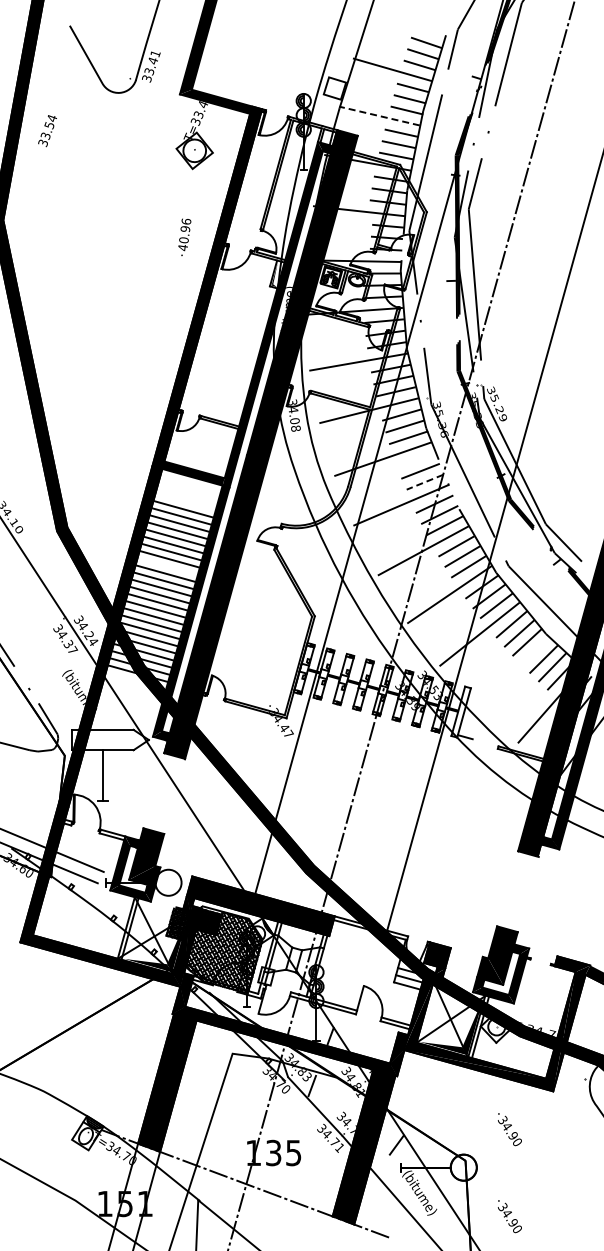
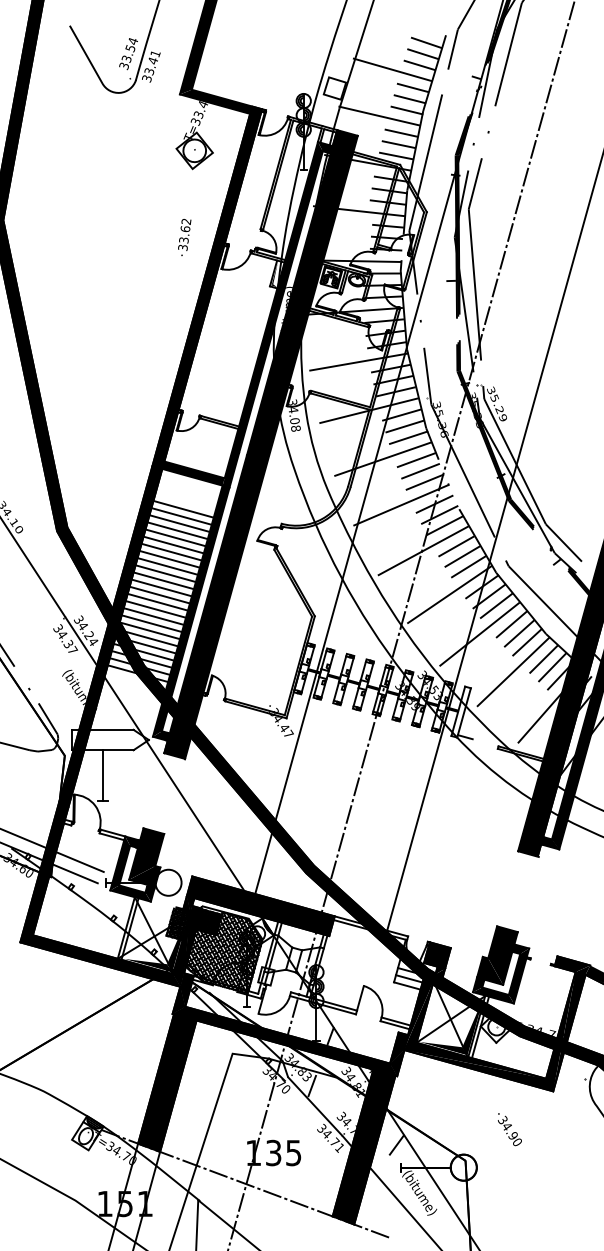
line at (379, 115): dashed -> solid
text at (47, 131) position: (47, 131) -> (128, 54)
text at (184, 234): 40.96 -> 33.62
line at (415, 459): none -> present
line at (424, 482): dashed -> solid
line at (167, 566): none -> present
line at (513, 671): none -> present
part at (509, 1216): present -> none
